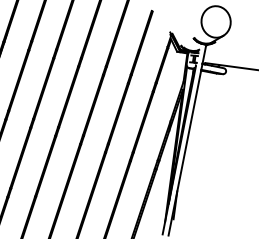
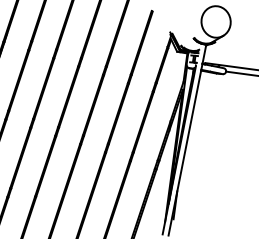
line at (240, 73): none -> present
